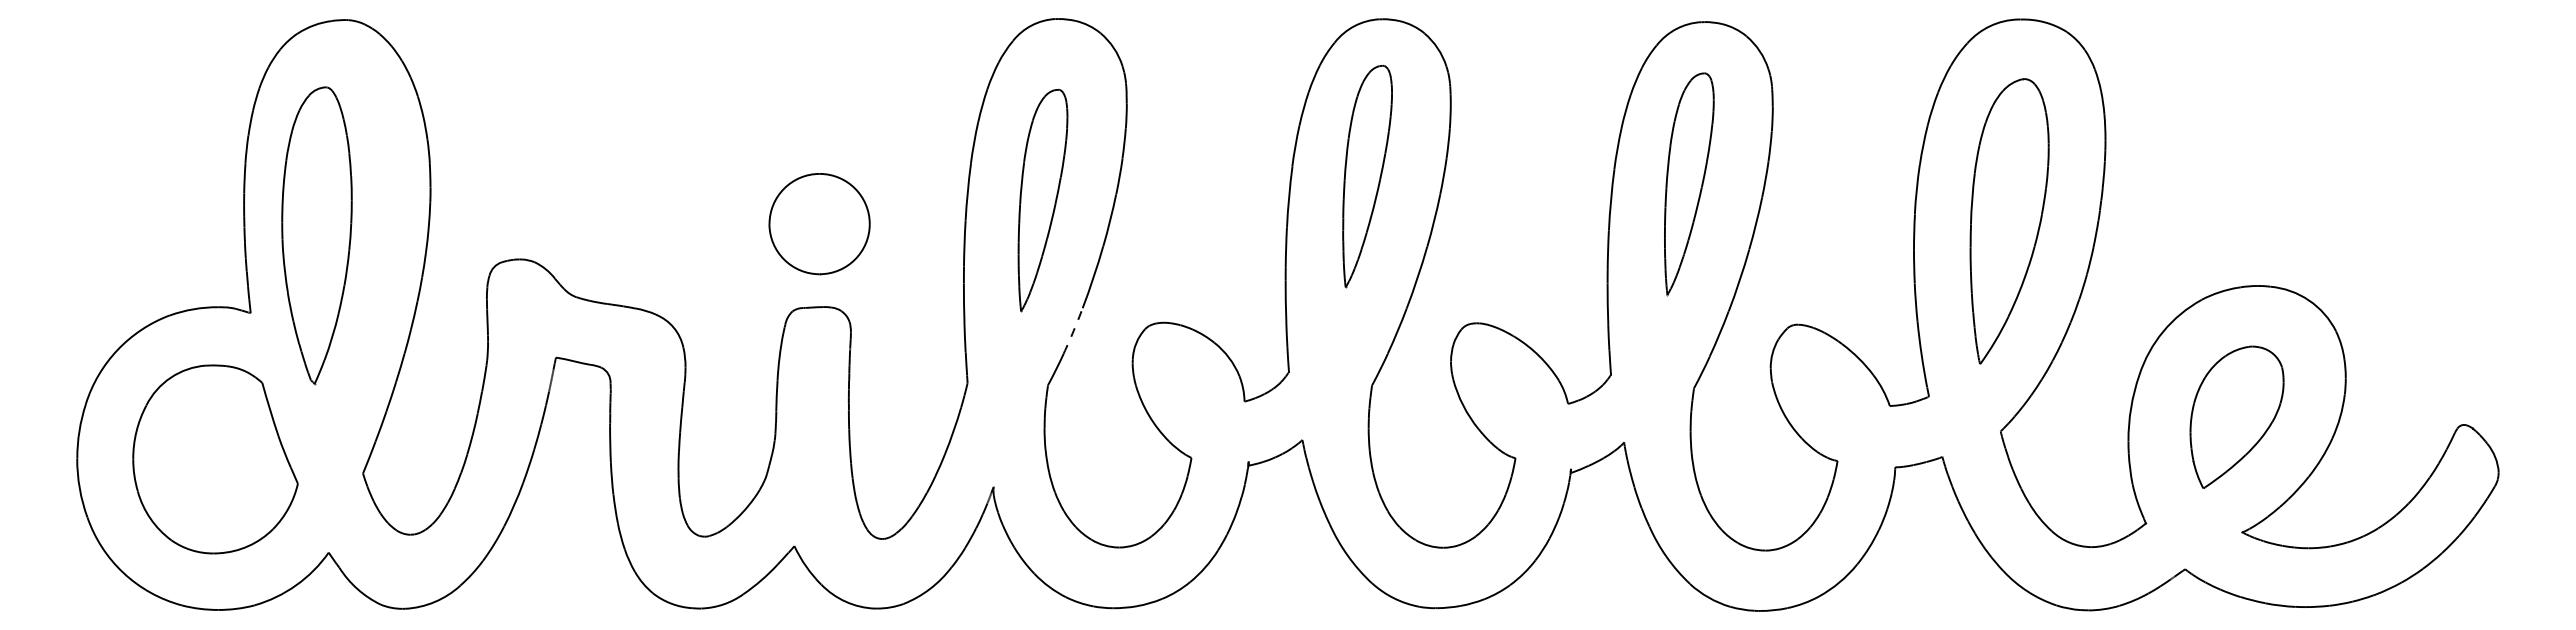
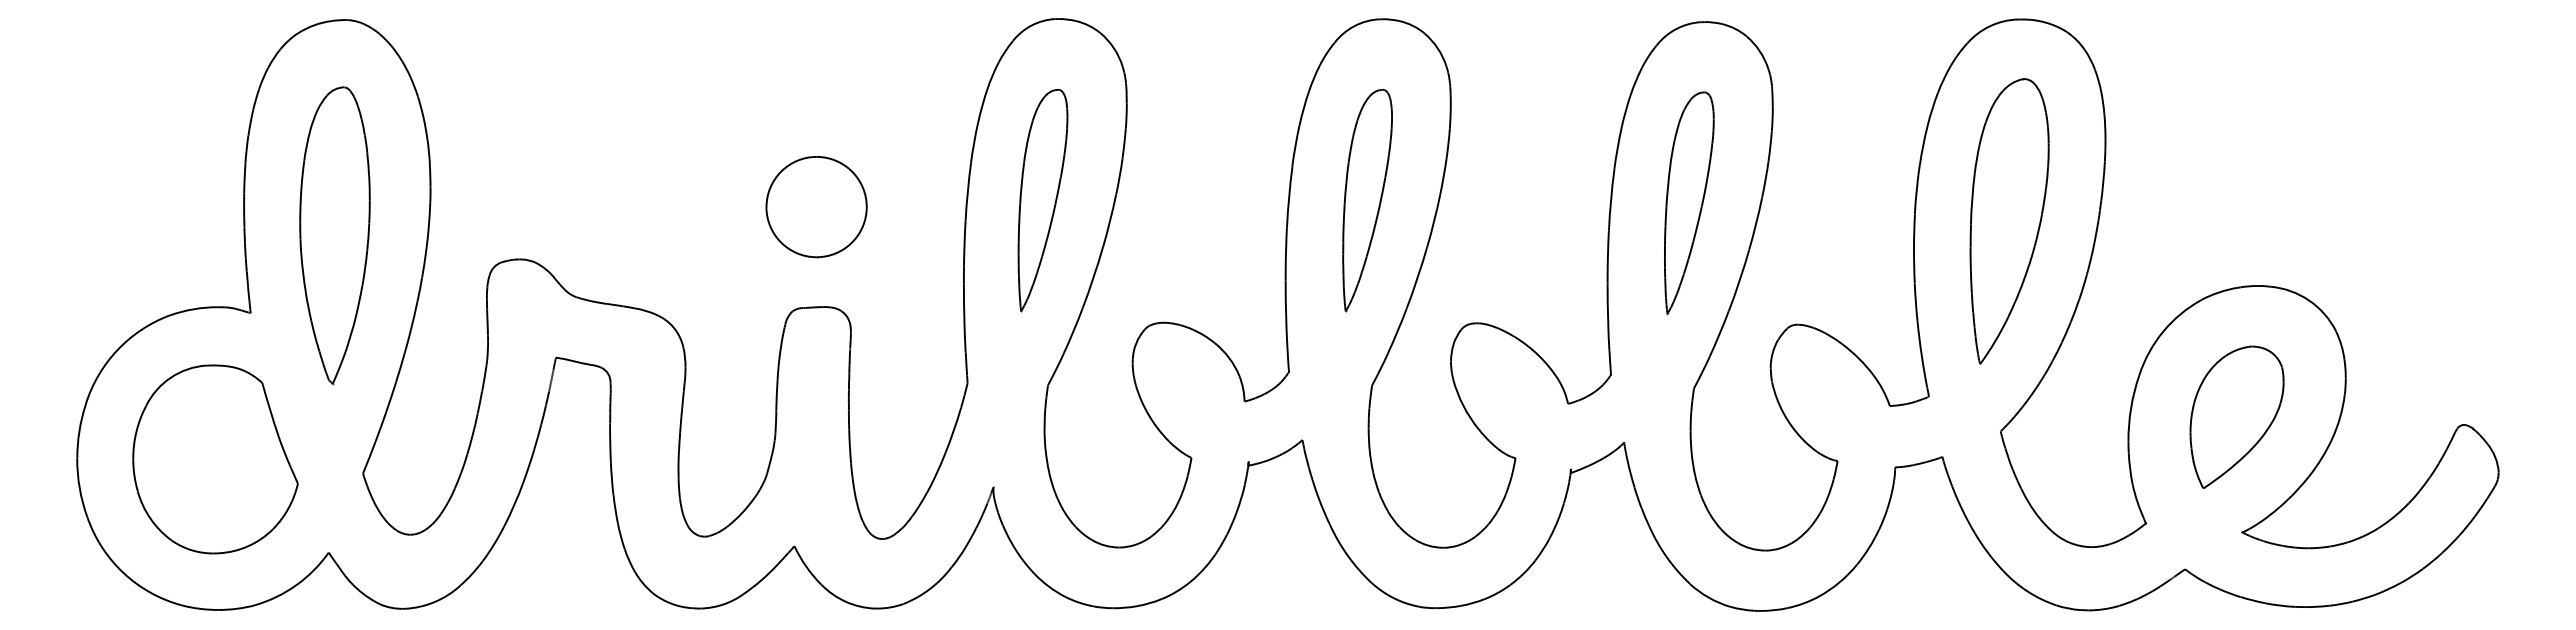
part at (1367, 176) position: (1367, 176) -> (1367, 200)
part at (1689, 184) position: (1689, 184) -> (1689, 203)
part at (819, 224) position: (819, 224) -> (816, 207)
part at (316, 235) position: (316, 235) -> (334, 235)
arc at (1073, 331): dashed -> solid
